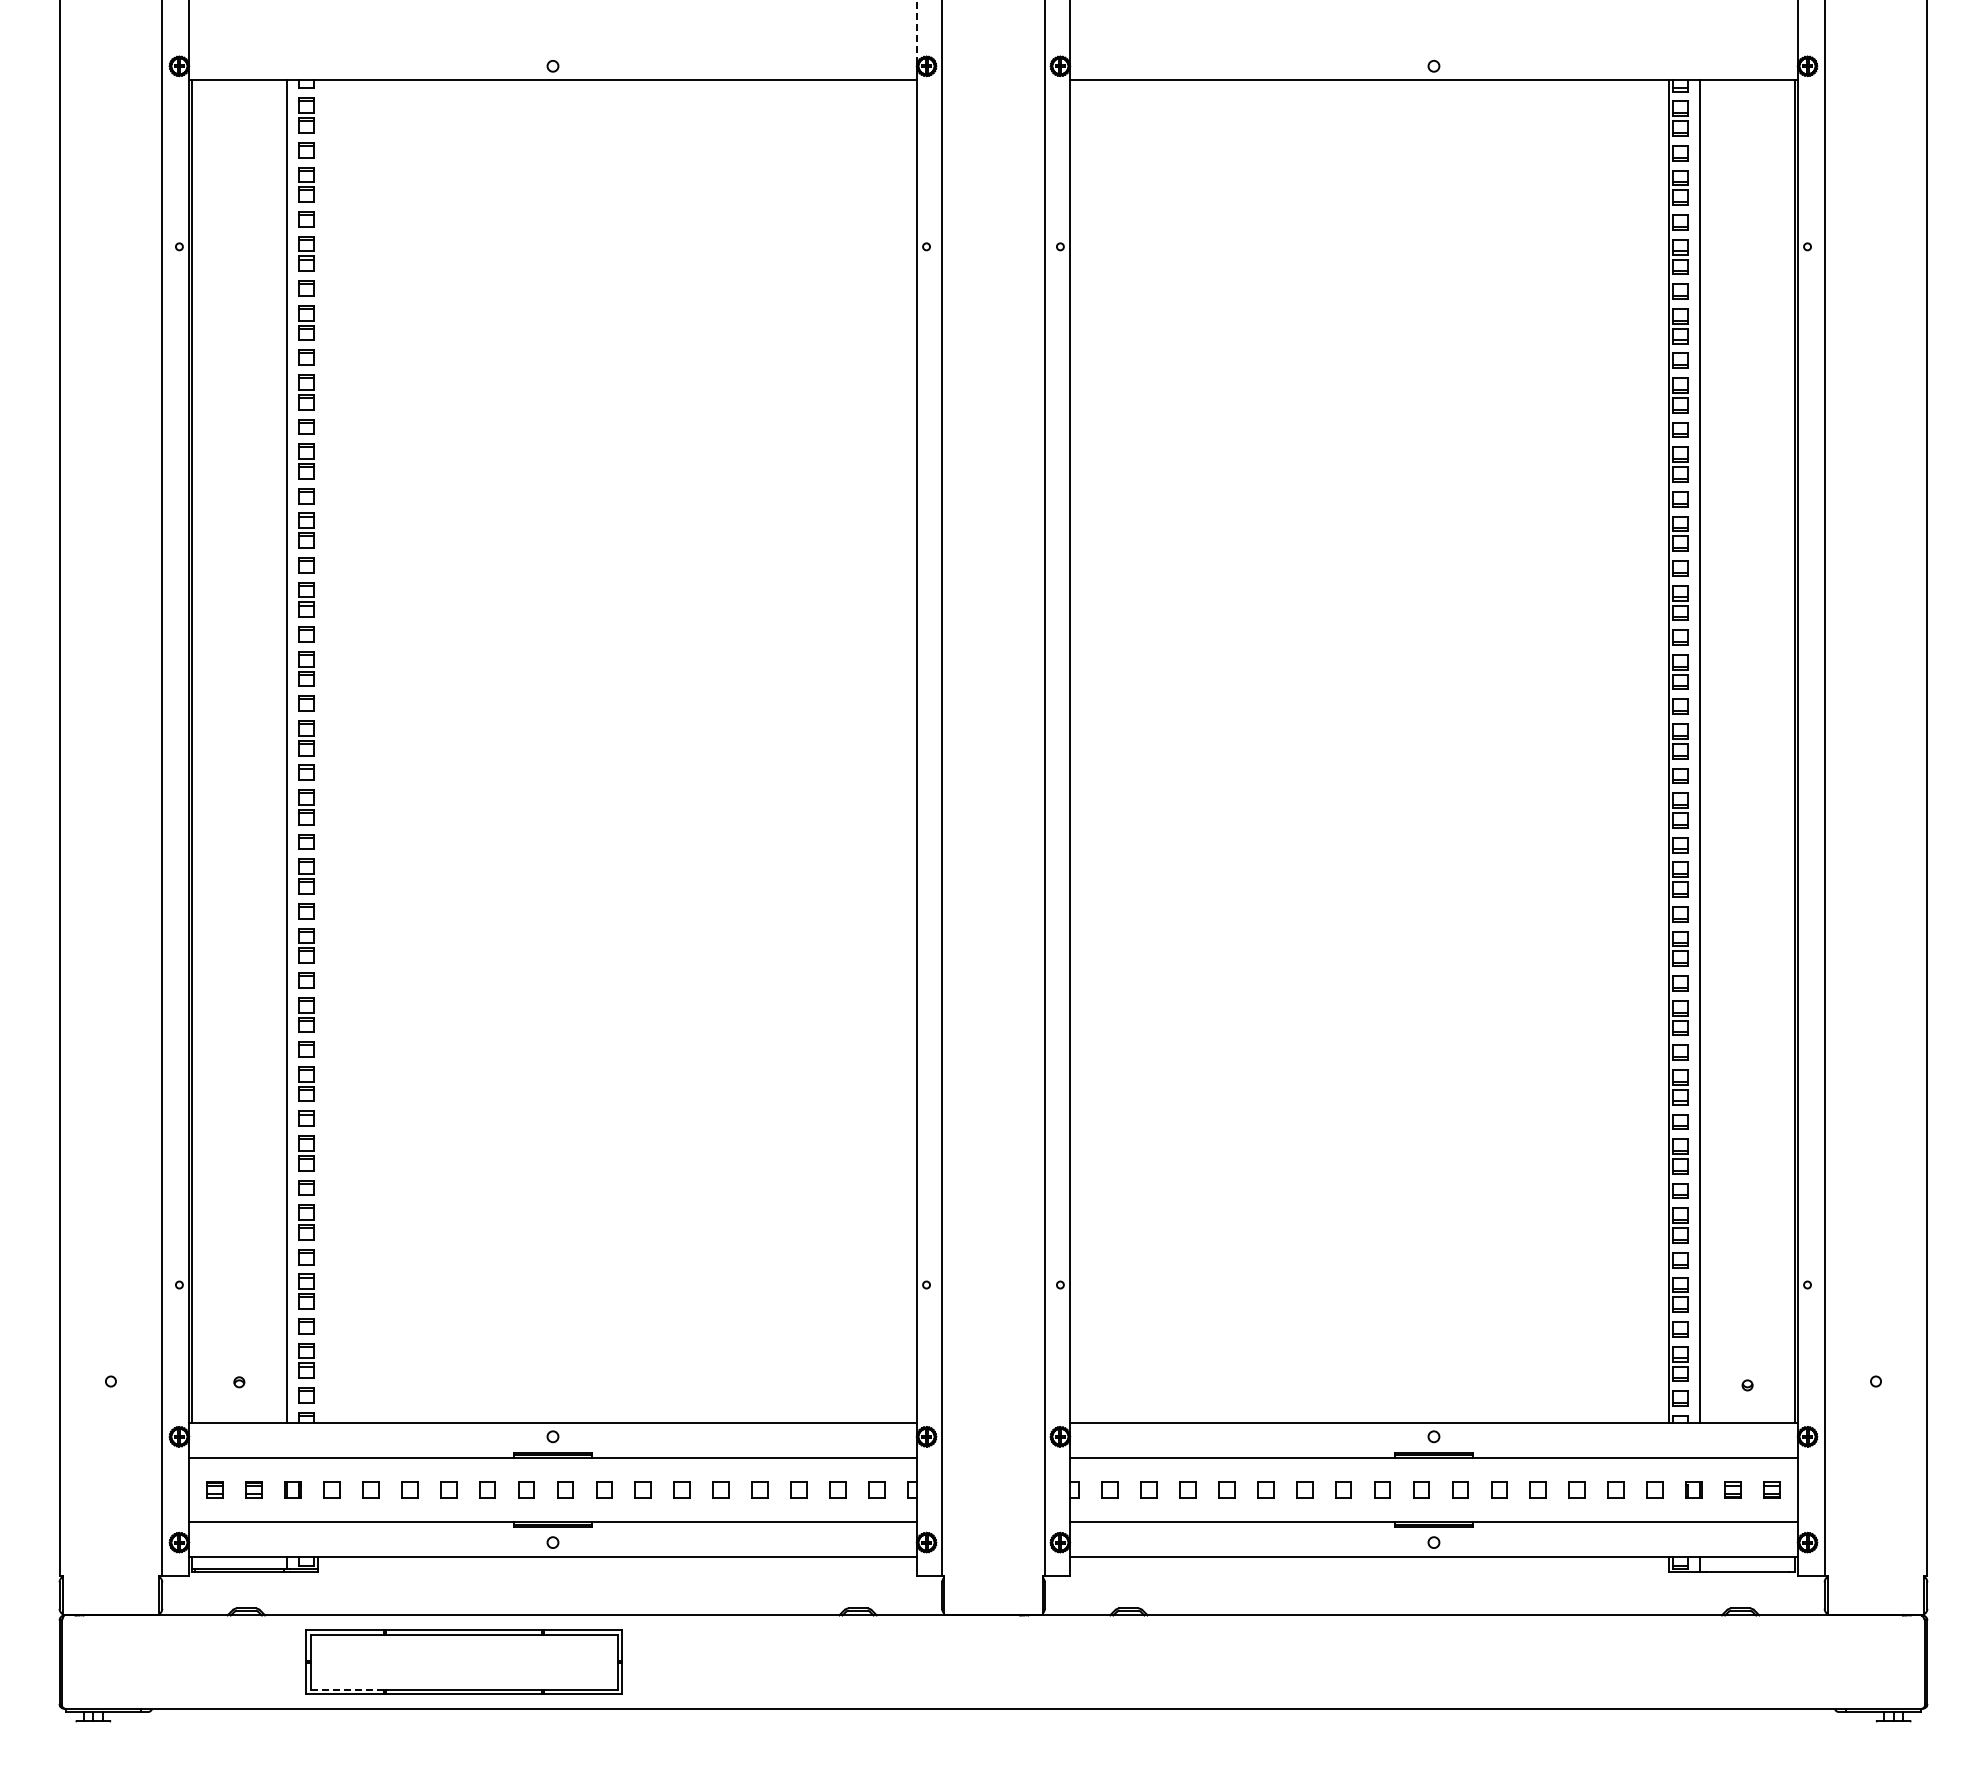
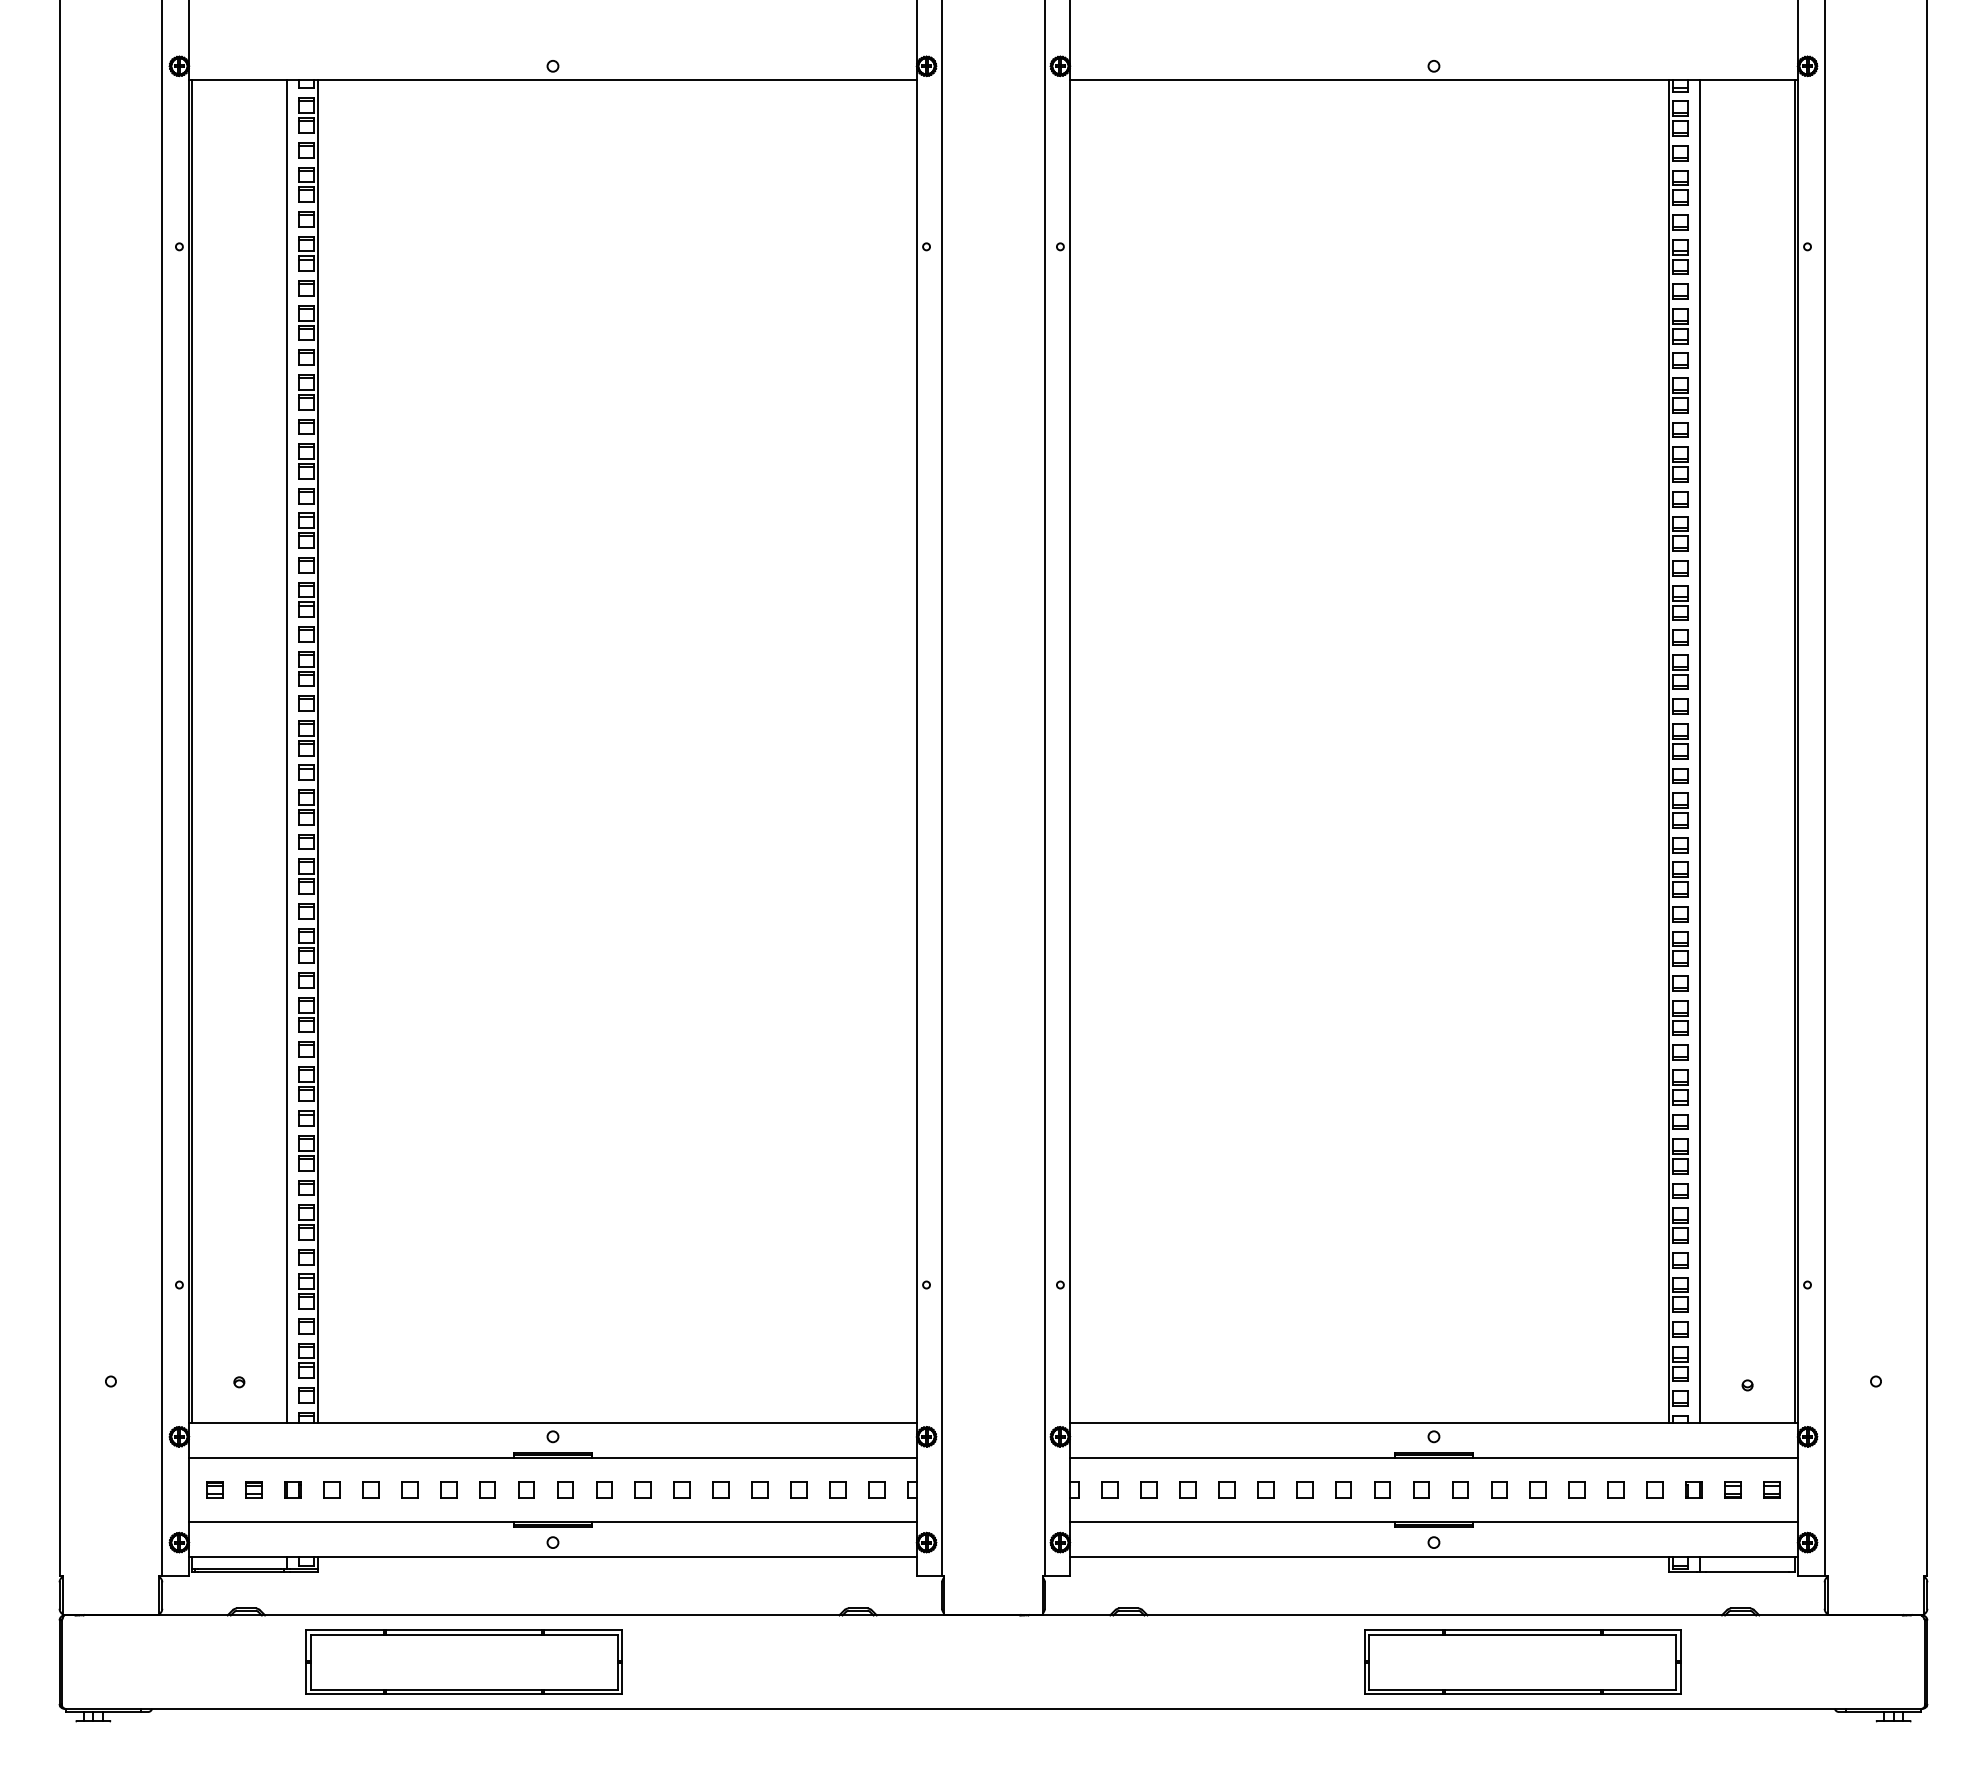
line at (917, 31): dashed -> solid
line at (317, 751): none -> present
part at (1522, 1661): none -> present
line at (347, 1689): dashed -> solid
